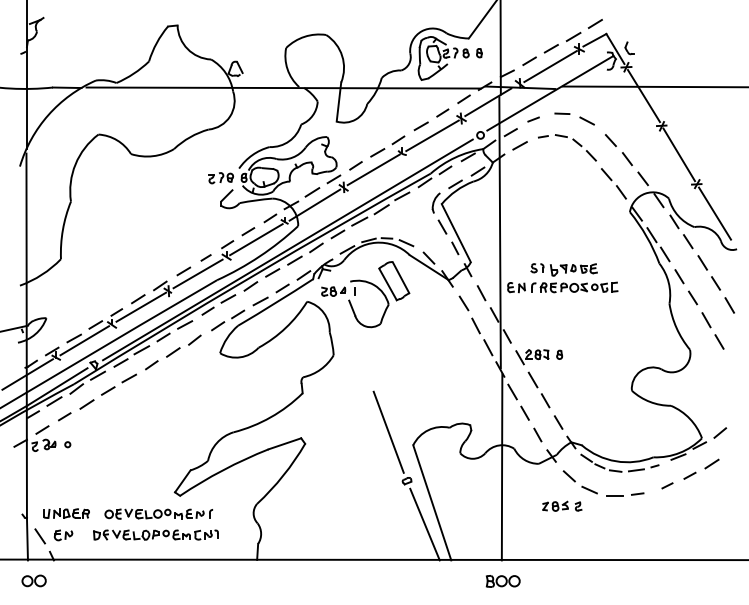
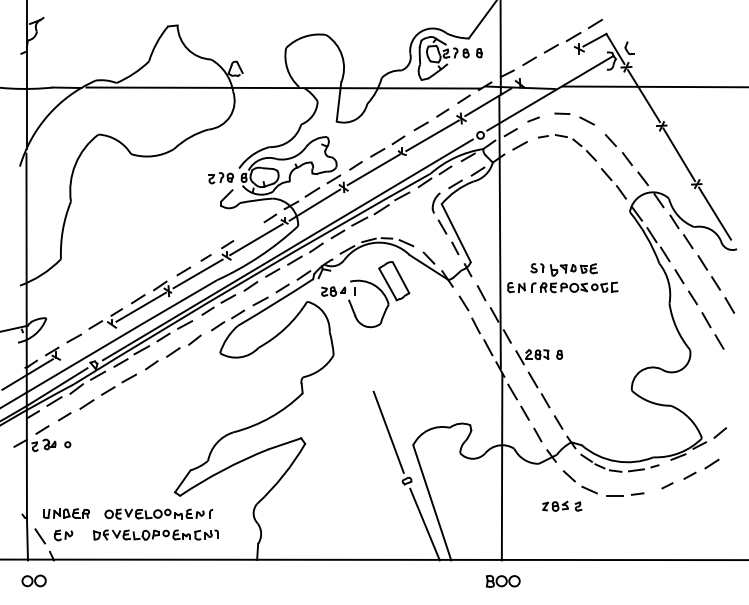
line at (550, 66): present -> none
line at (248, 231): present -> none
line at (84, 340): present -> none
